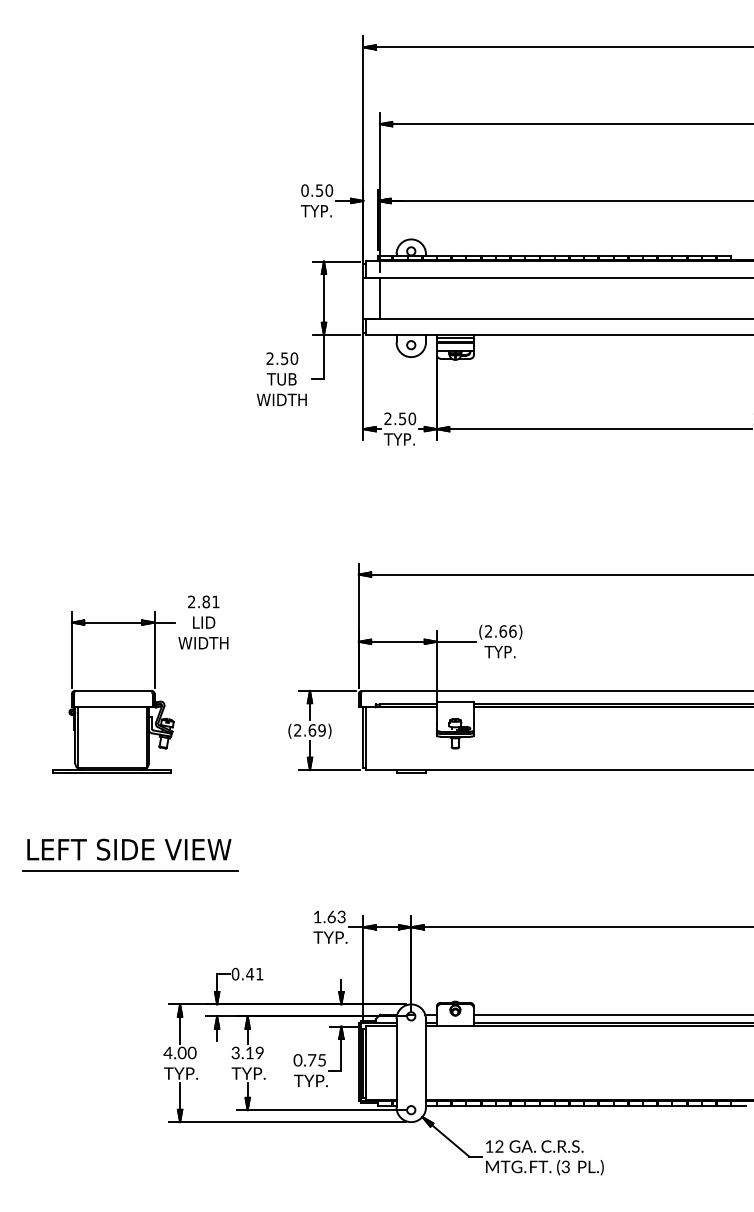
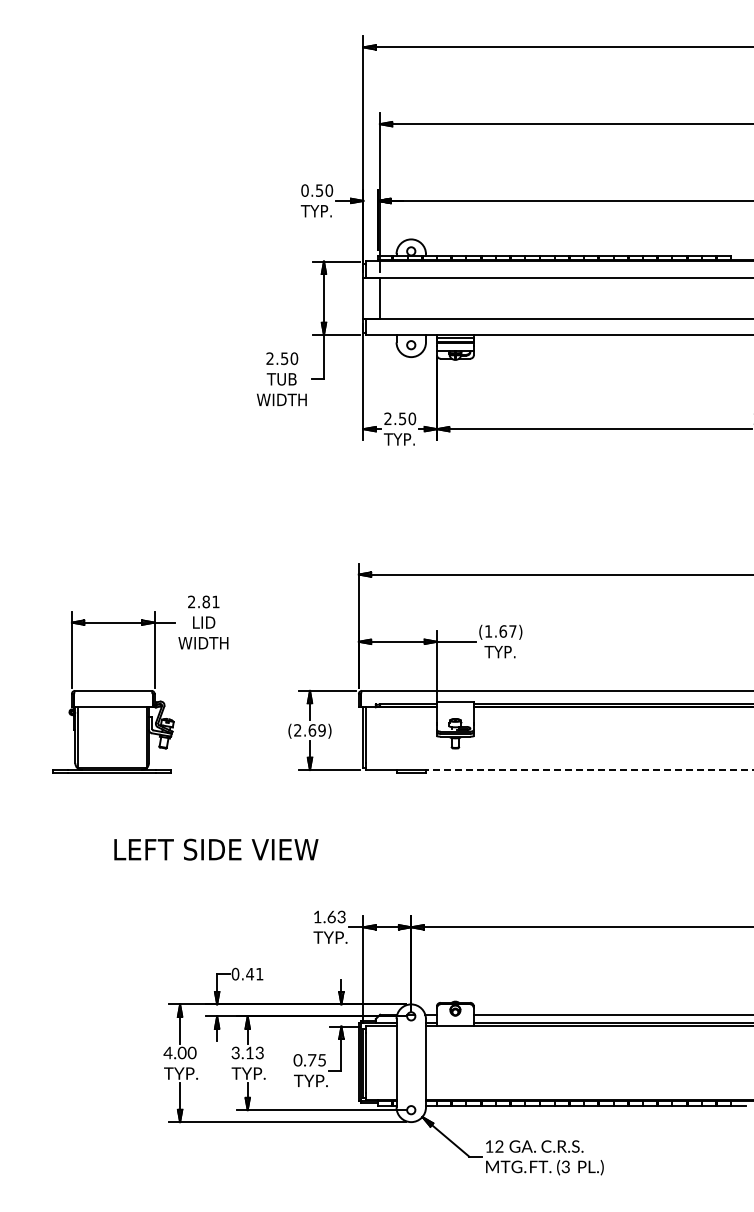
text at (500, 631): (2.66) -> (1.67)
line at (589, 770): solid -> dashed
text at (129, 849) position: (129, 849) -> (216, 849)
line at (130, 870): present -> none
text at (259, 1053): 3.19 -> 3.13
